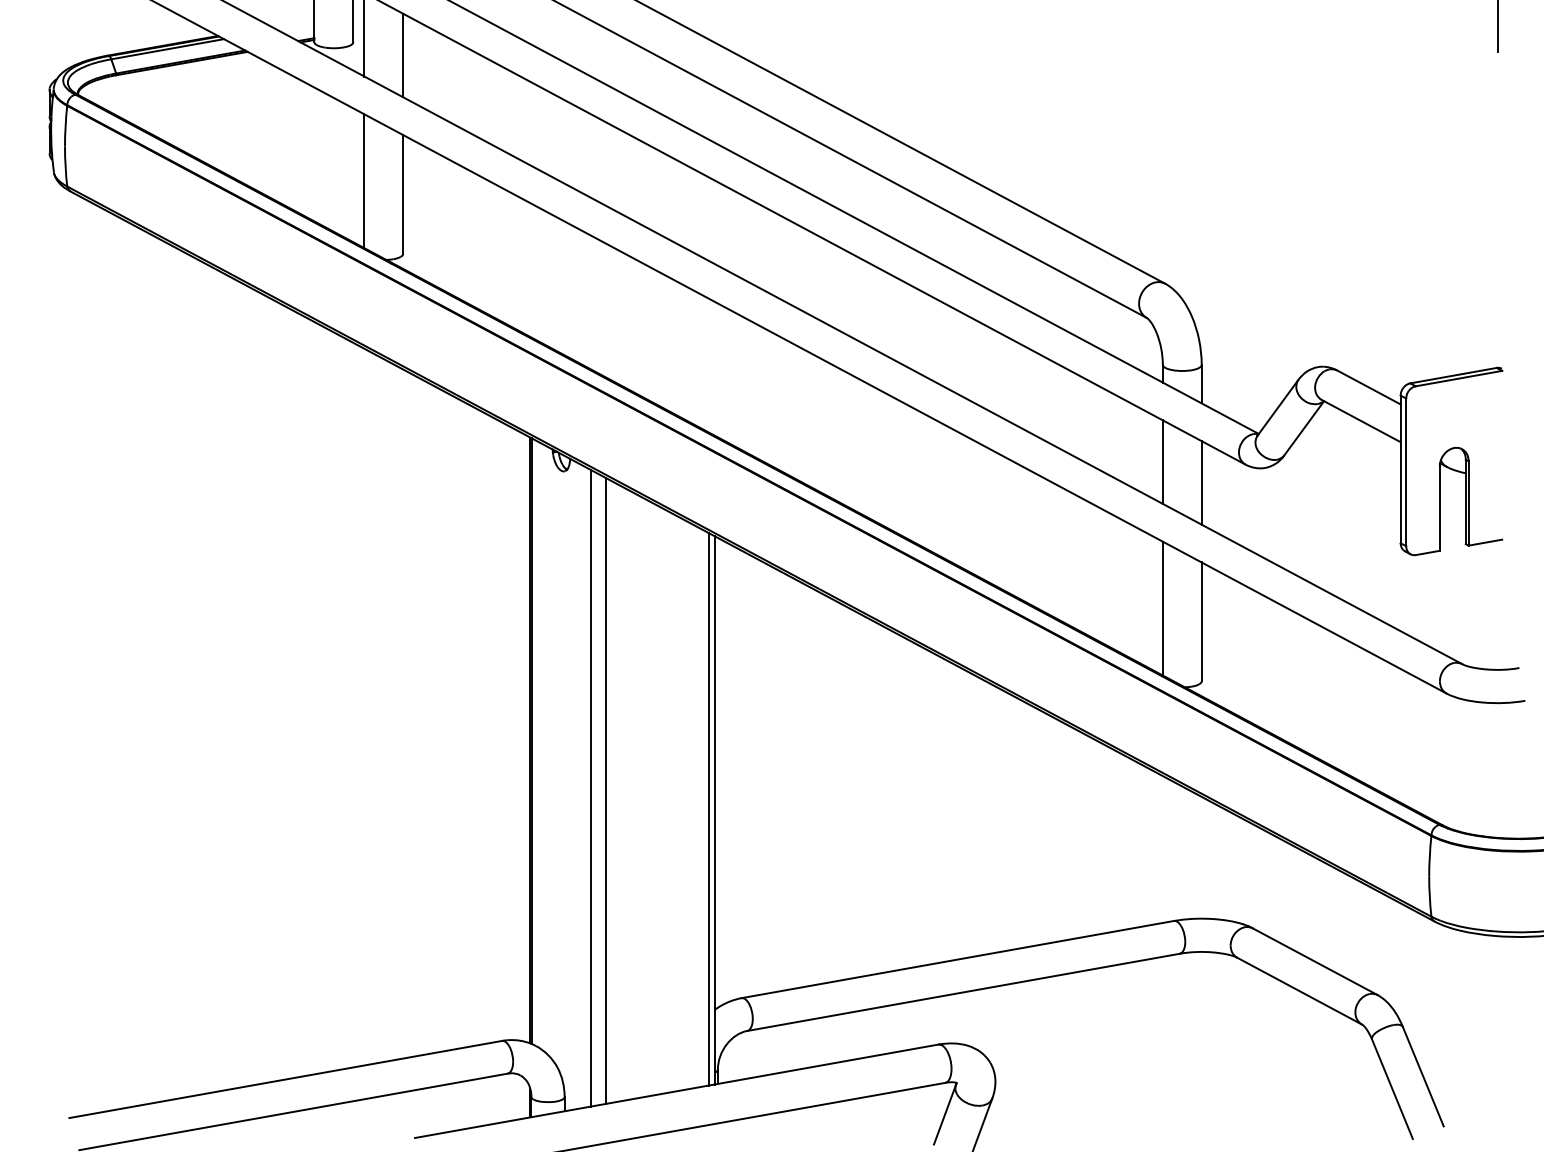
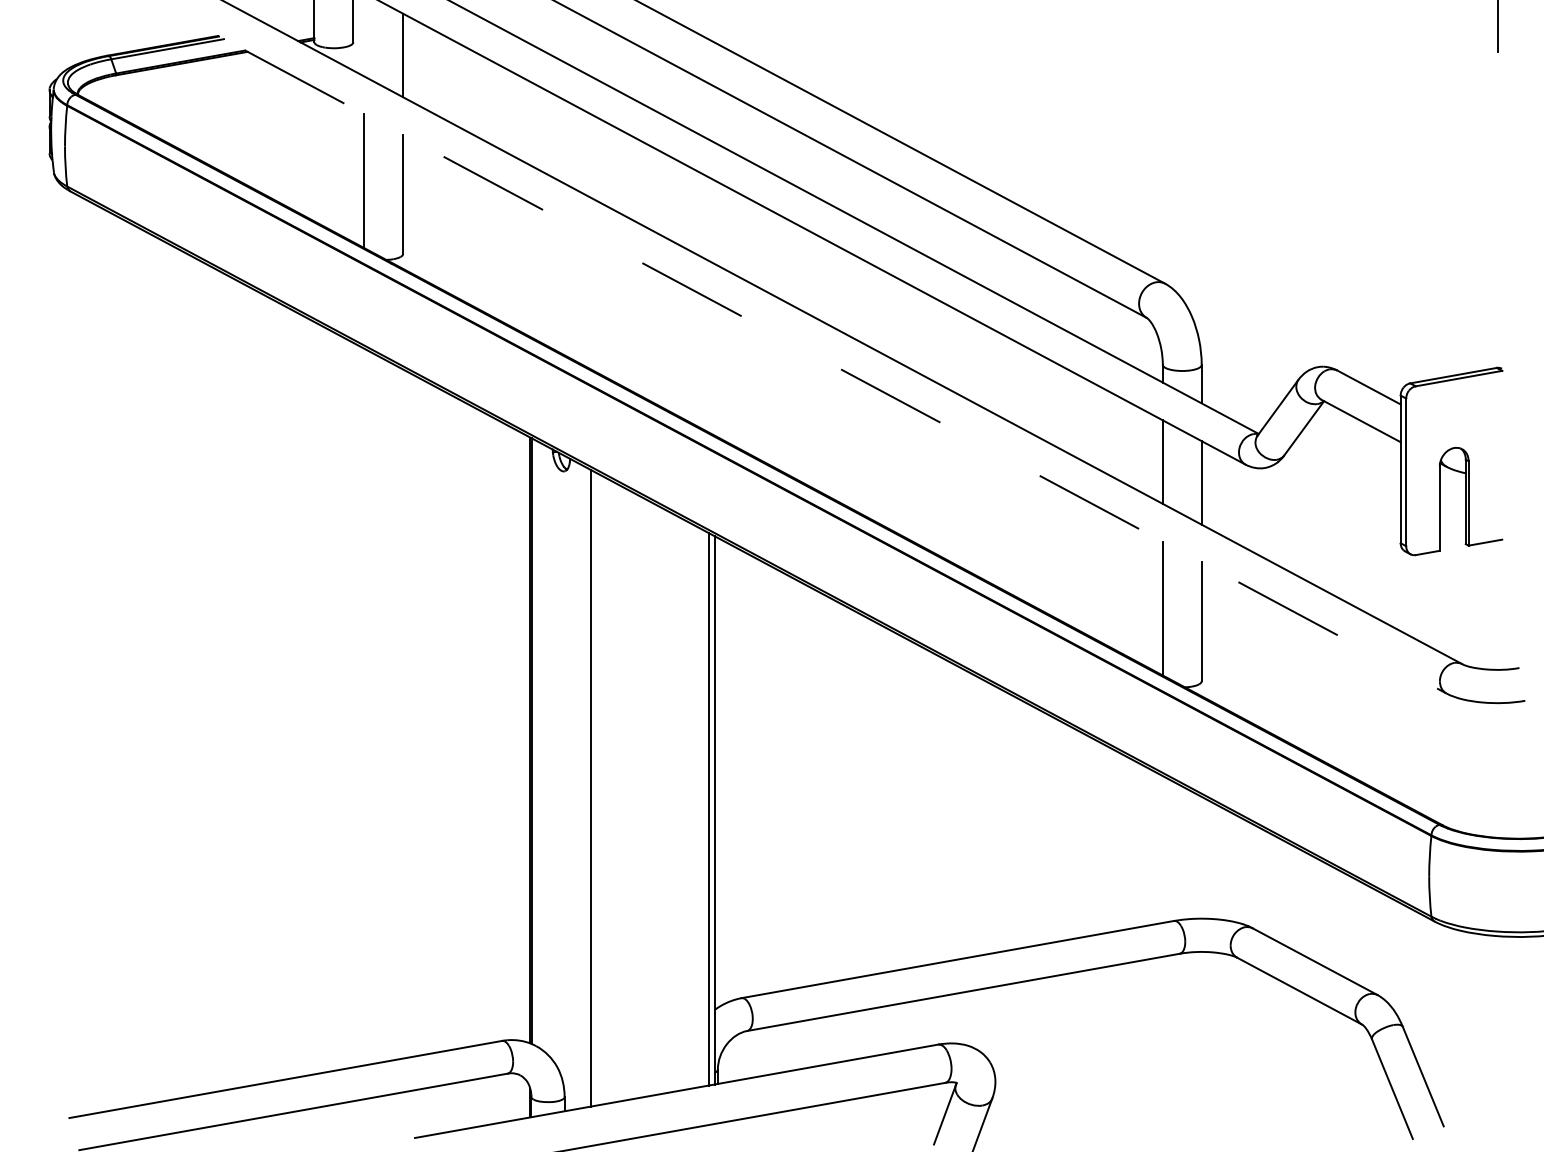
line at (364, 39): present -> none
line at (798, 346): solid -> dashed
line at (606, 790): present -> none
